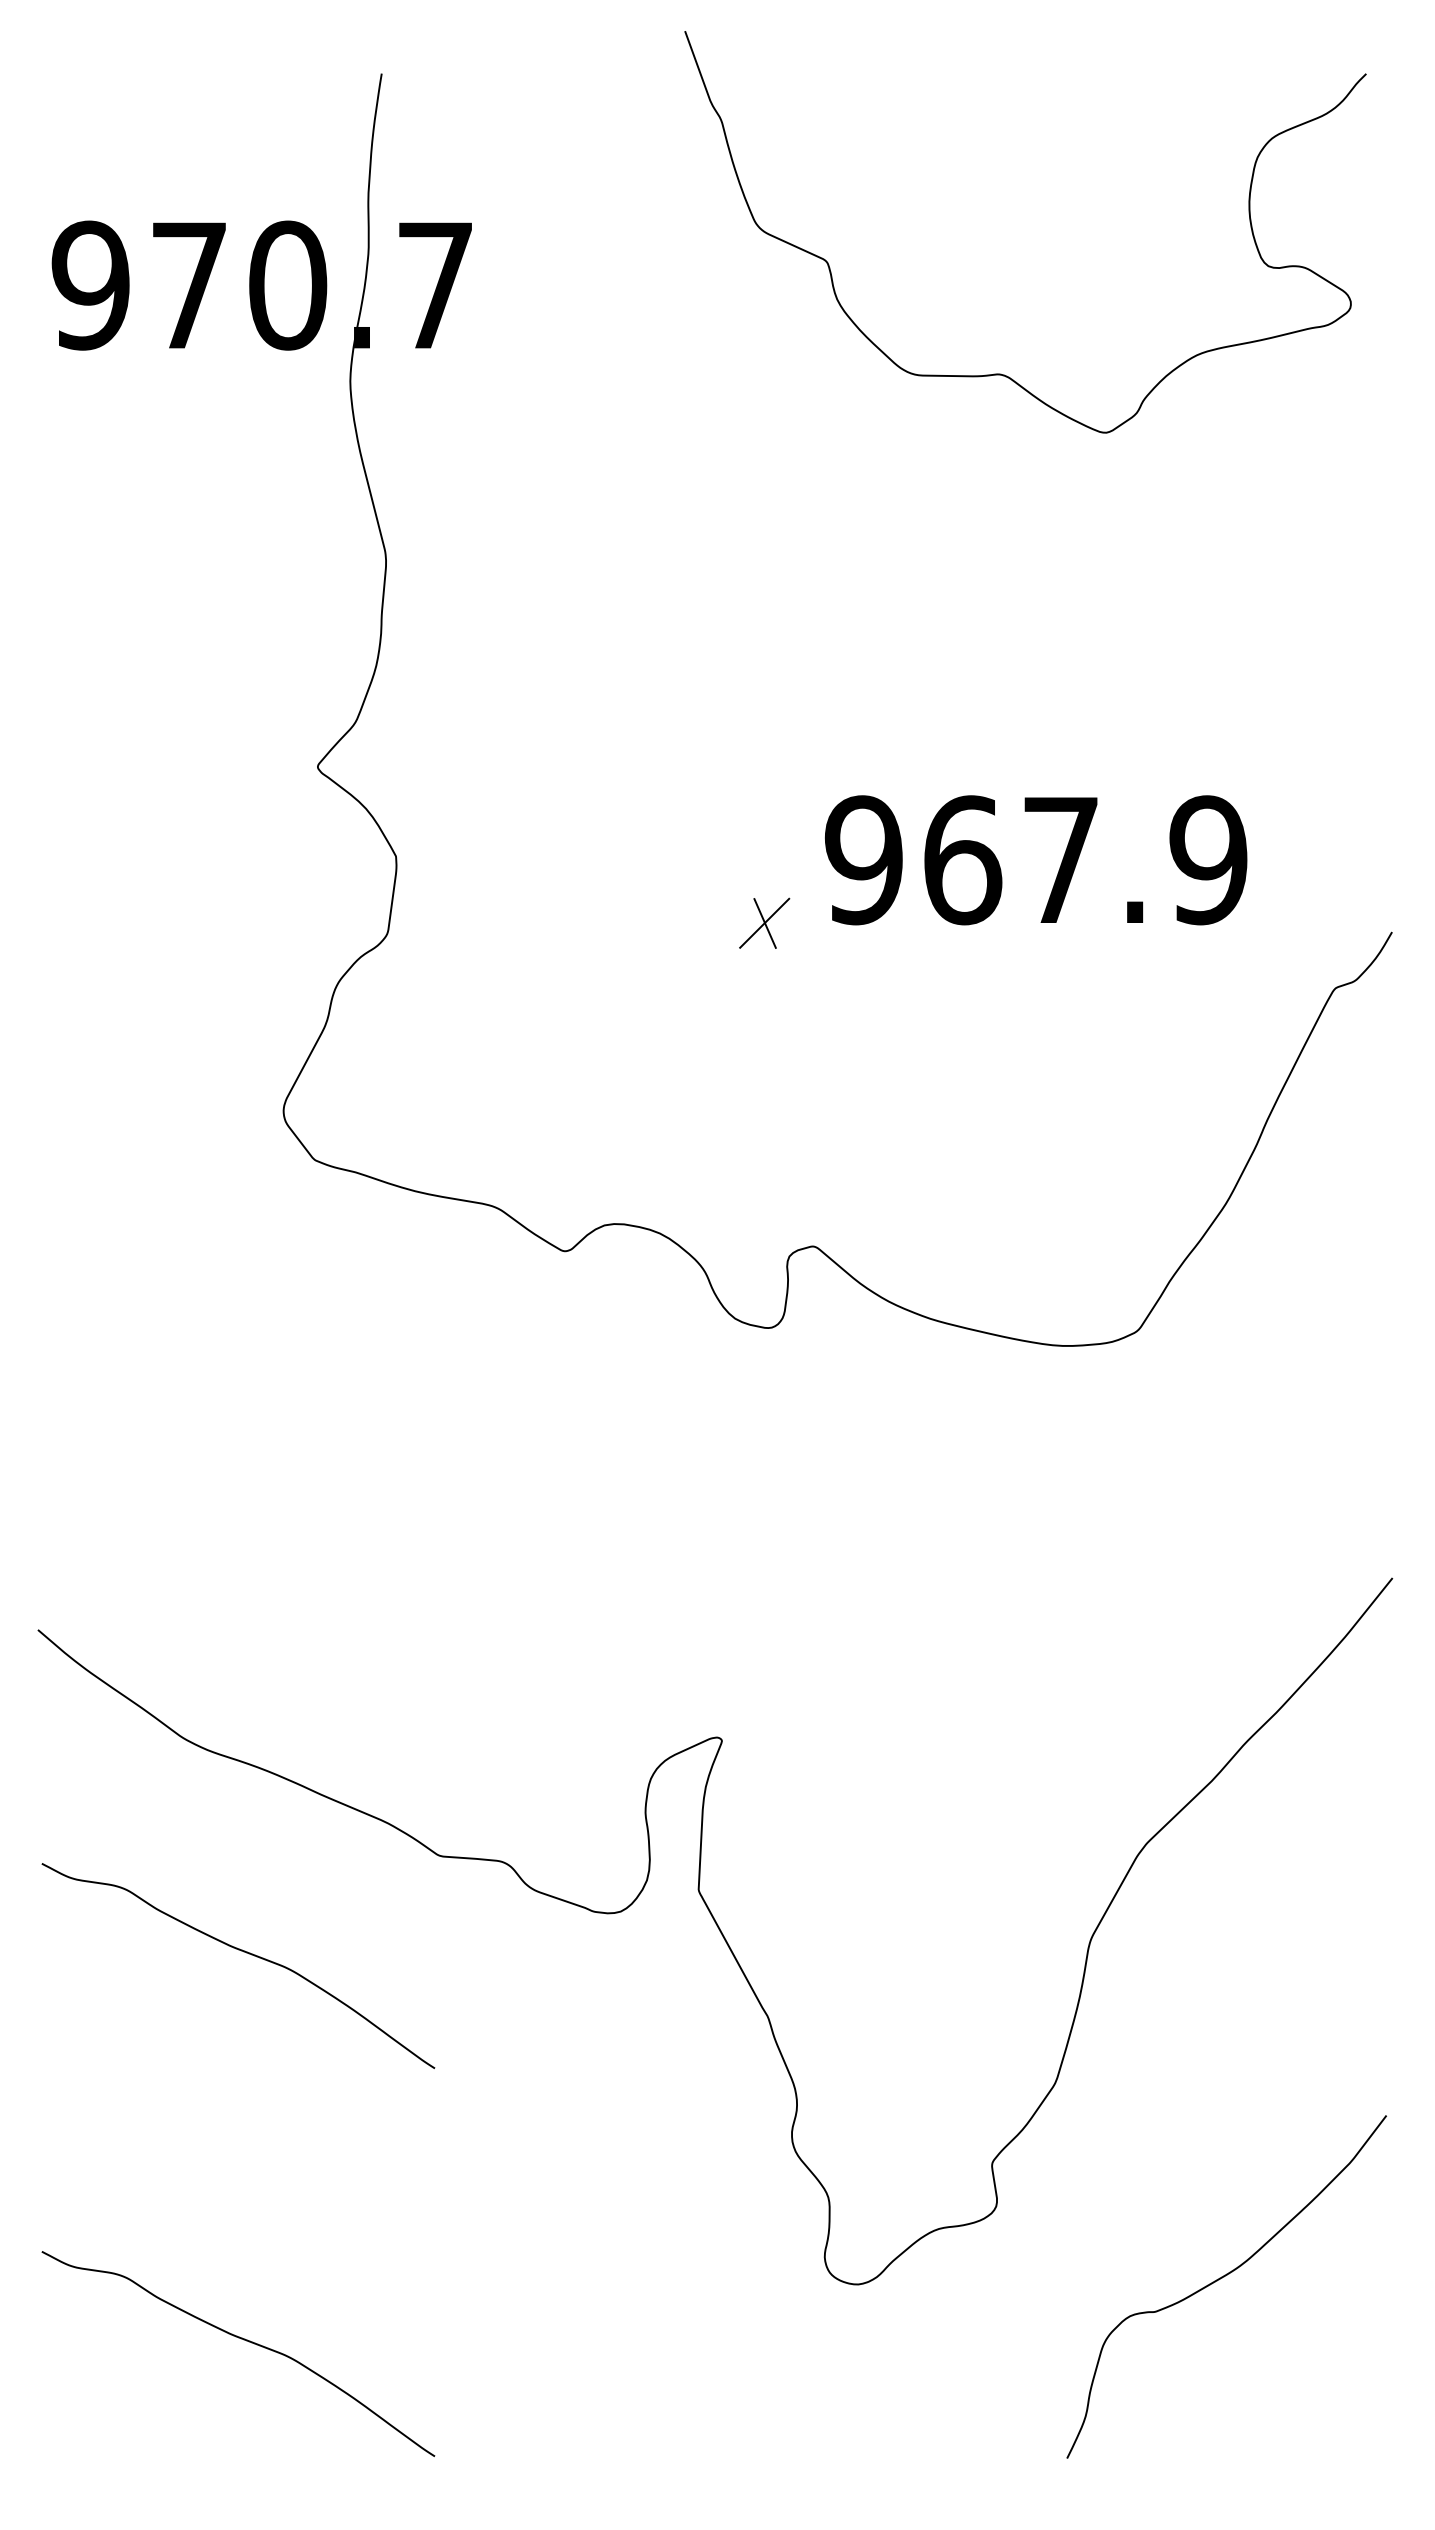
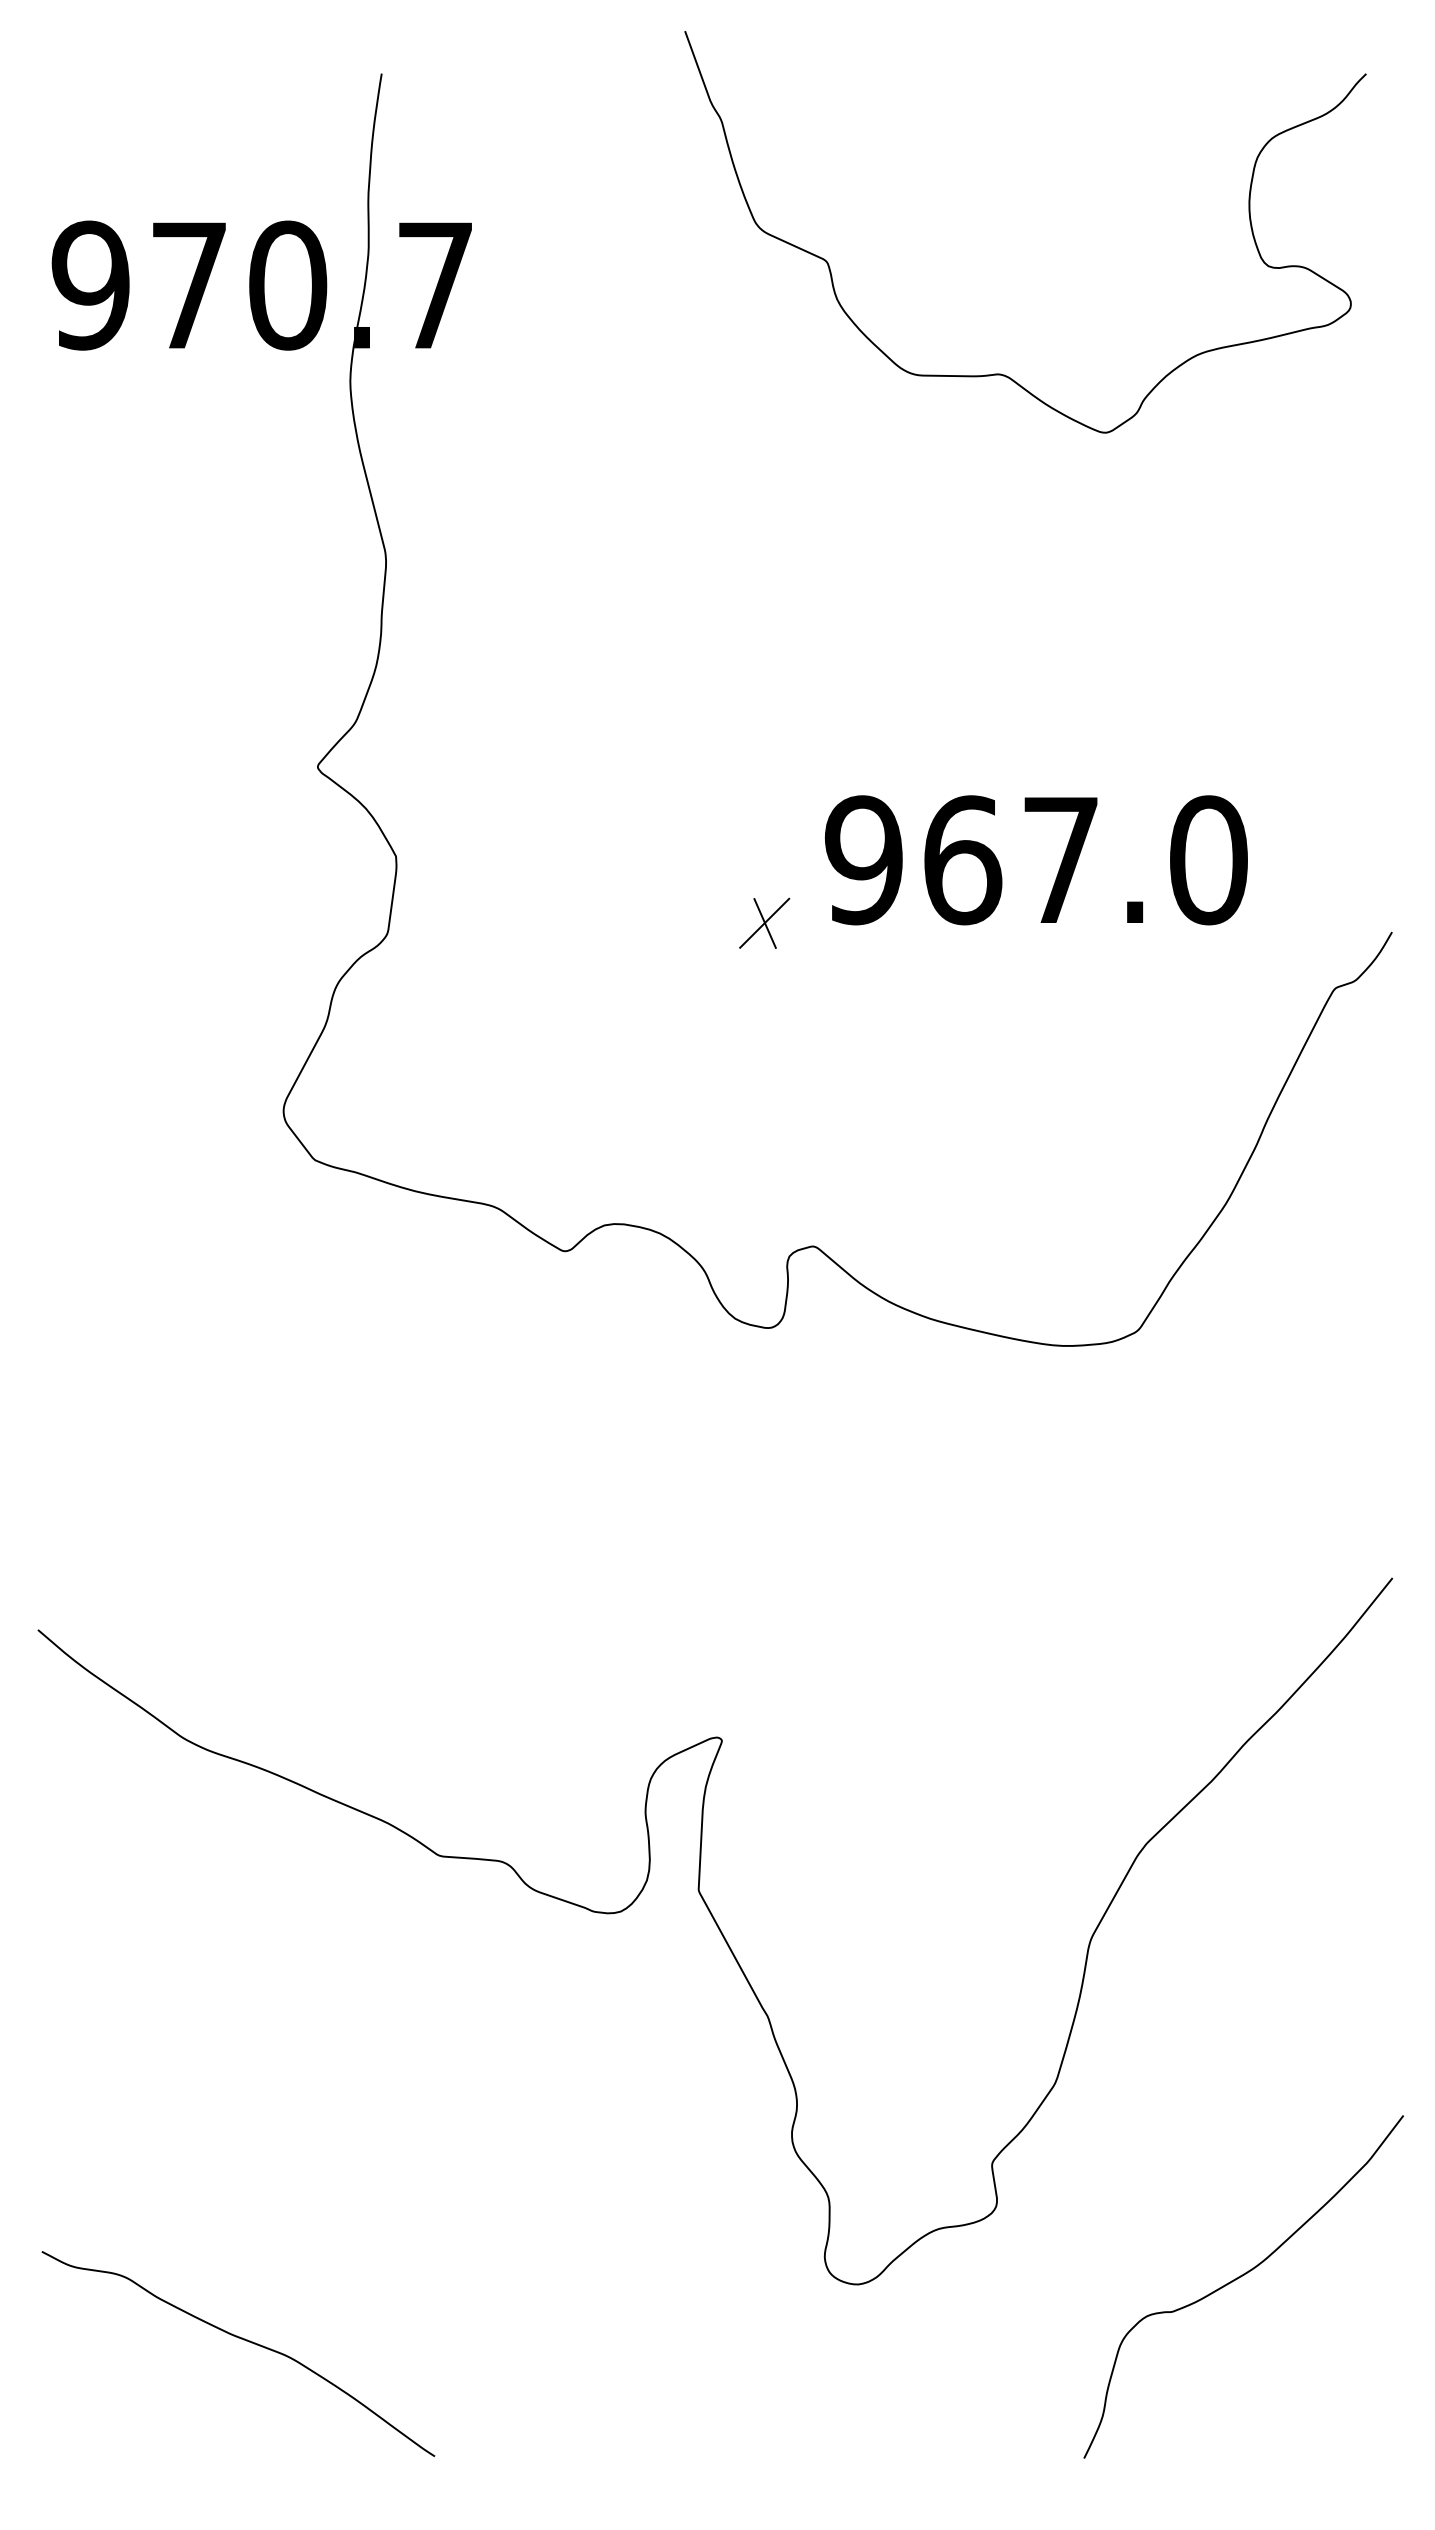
text at (1208, 860): 967.9 -> 967.0
curve at (243, 1952): present -> none
curve at (1222, 2278) position: (1222, 2278) -> (1239, 2278)
